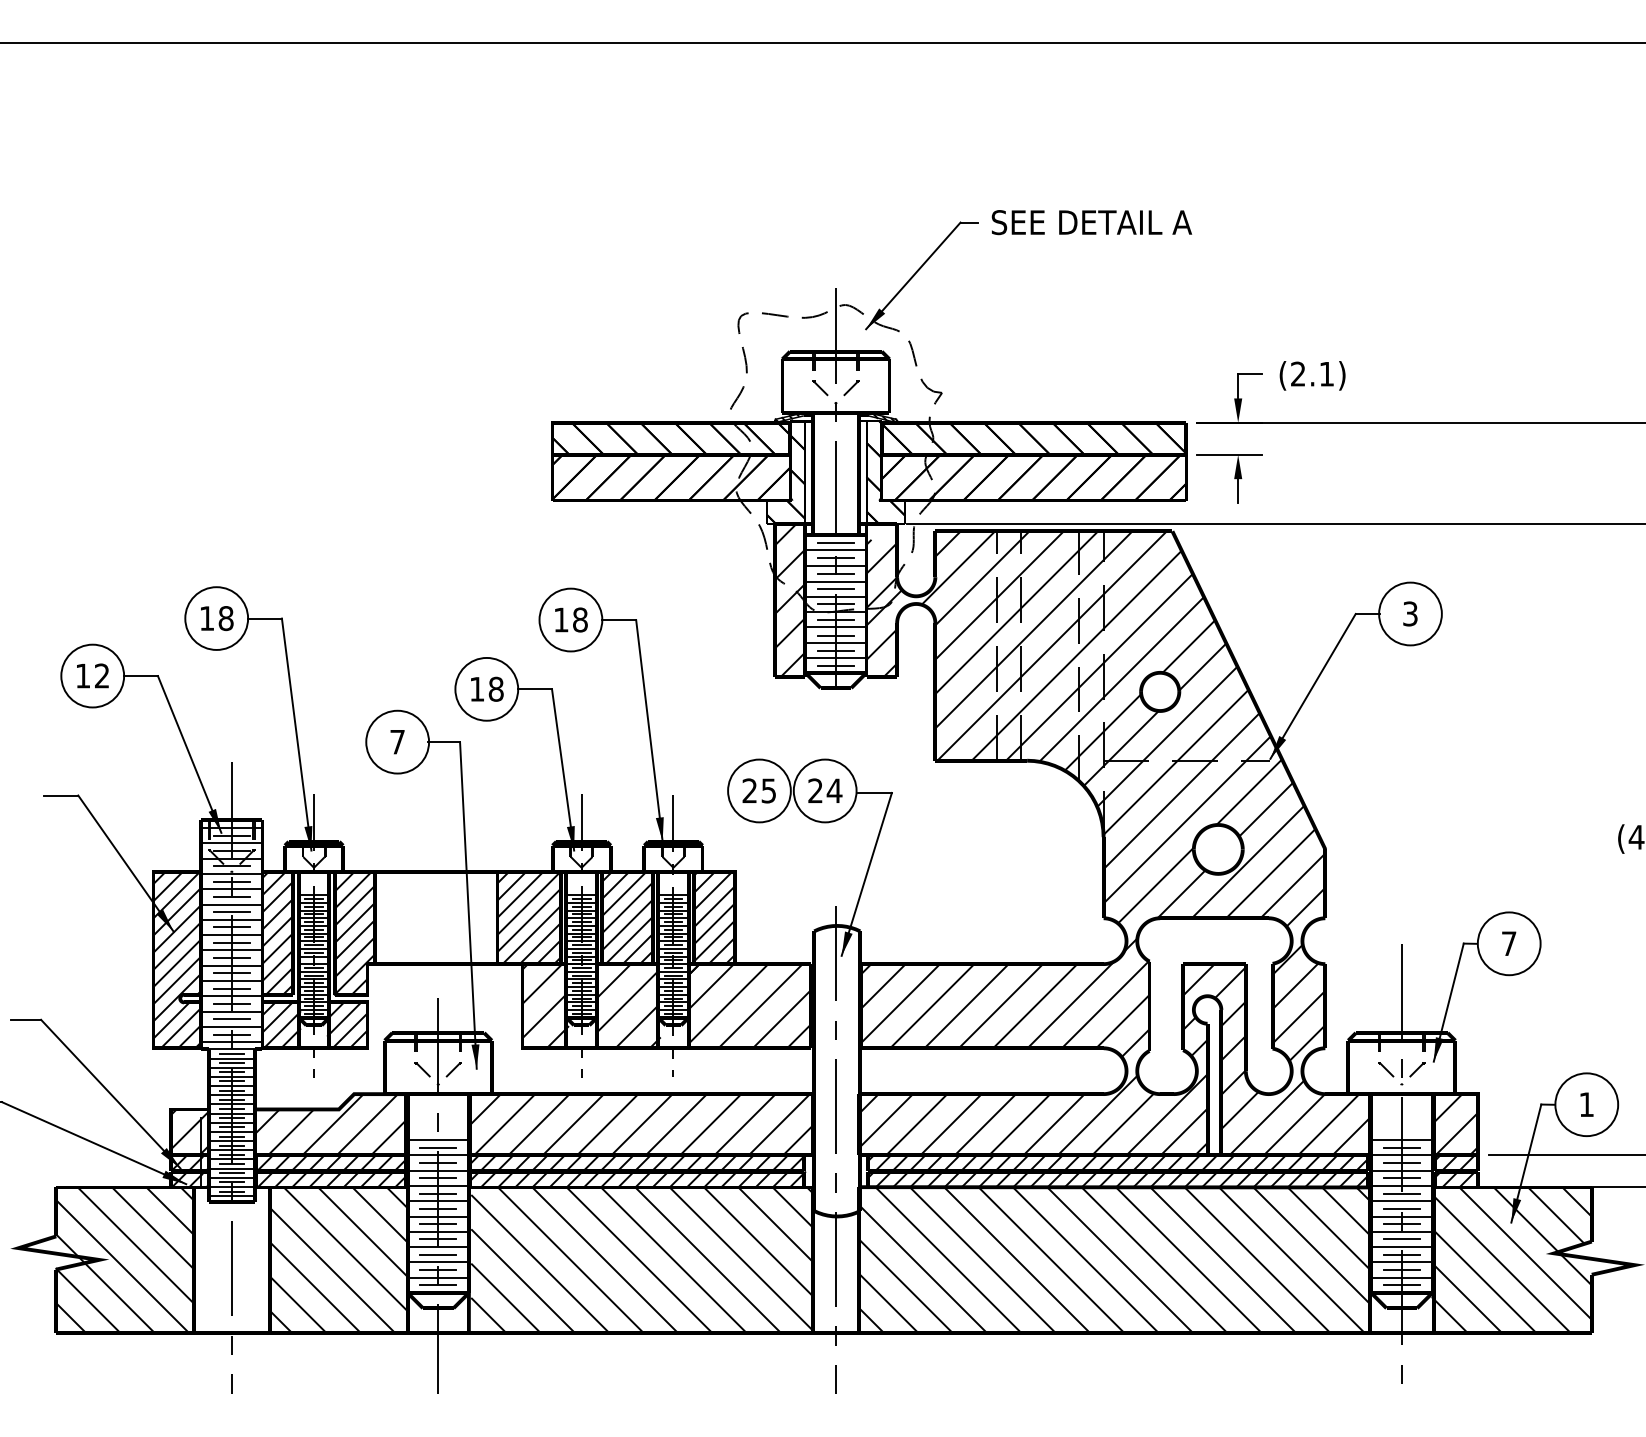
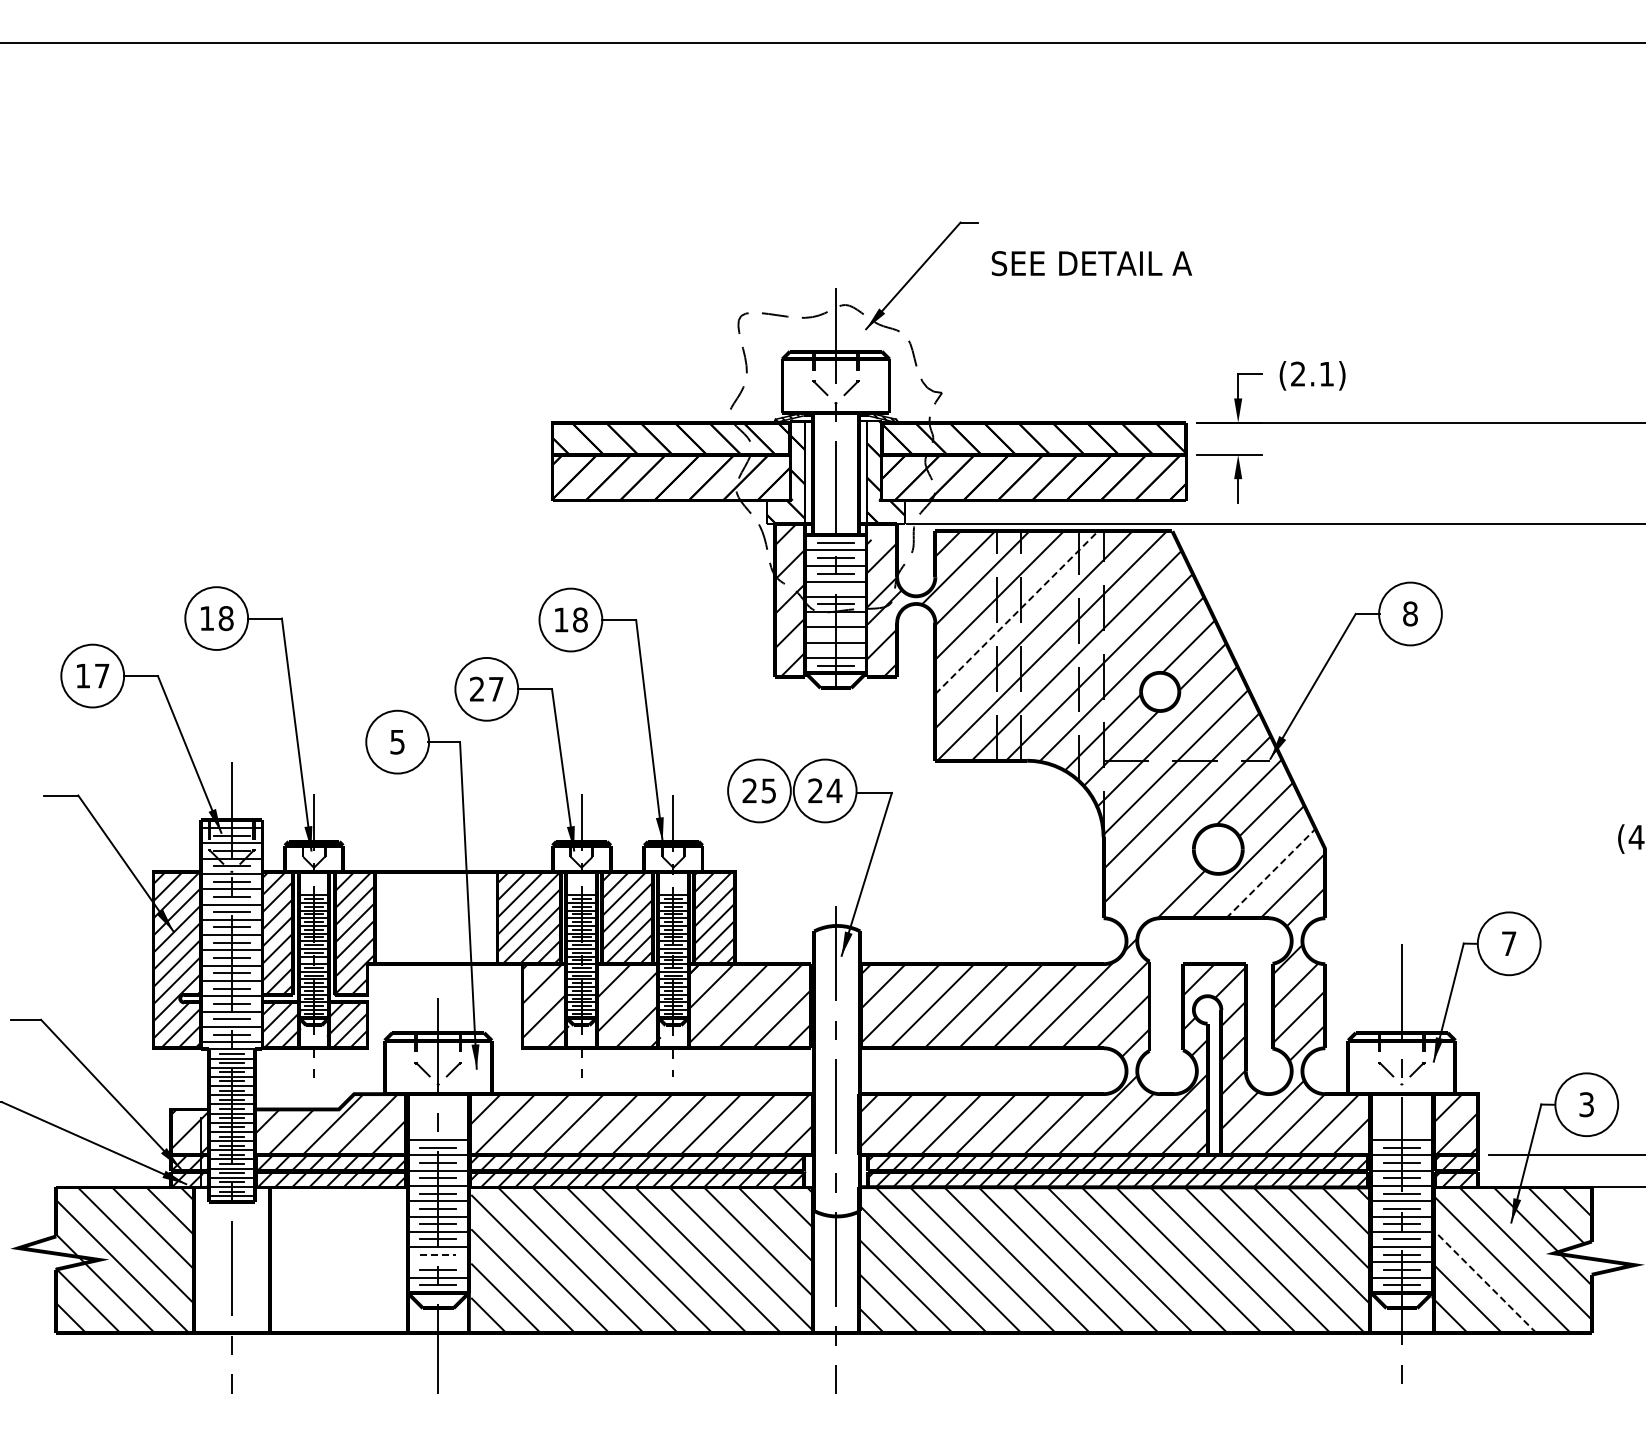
text at (1091, 222) position: (1091, 222) -> (1091, 263)
line at (835, 589): present -> none
line at (1017, 612): solid -> dashed
text at (1410, 613): 3 -> 8
line at (835, 619): present -> none
line at (835, 635): present -> none
line at (835, 650): present -> none
text at (102, 675): 12 -> 17
text at (486, 688): 18 -> 27
text at (397, 742): 7 -> 5
line at (1271, 873): solid -> dashed
line at (1155, 885): present -> none
text at (1586, 1104): 1 -> 3
line at (438, 1254): solid -> dashed
hatch at (338, 1260): present -> none
line at (437, 1262): present -> none
line at (1484, 1281): solid -> dashed
